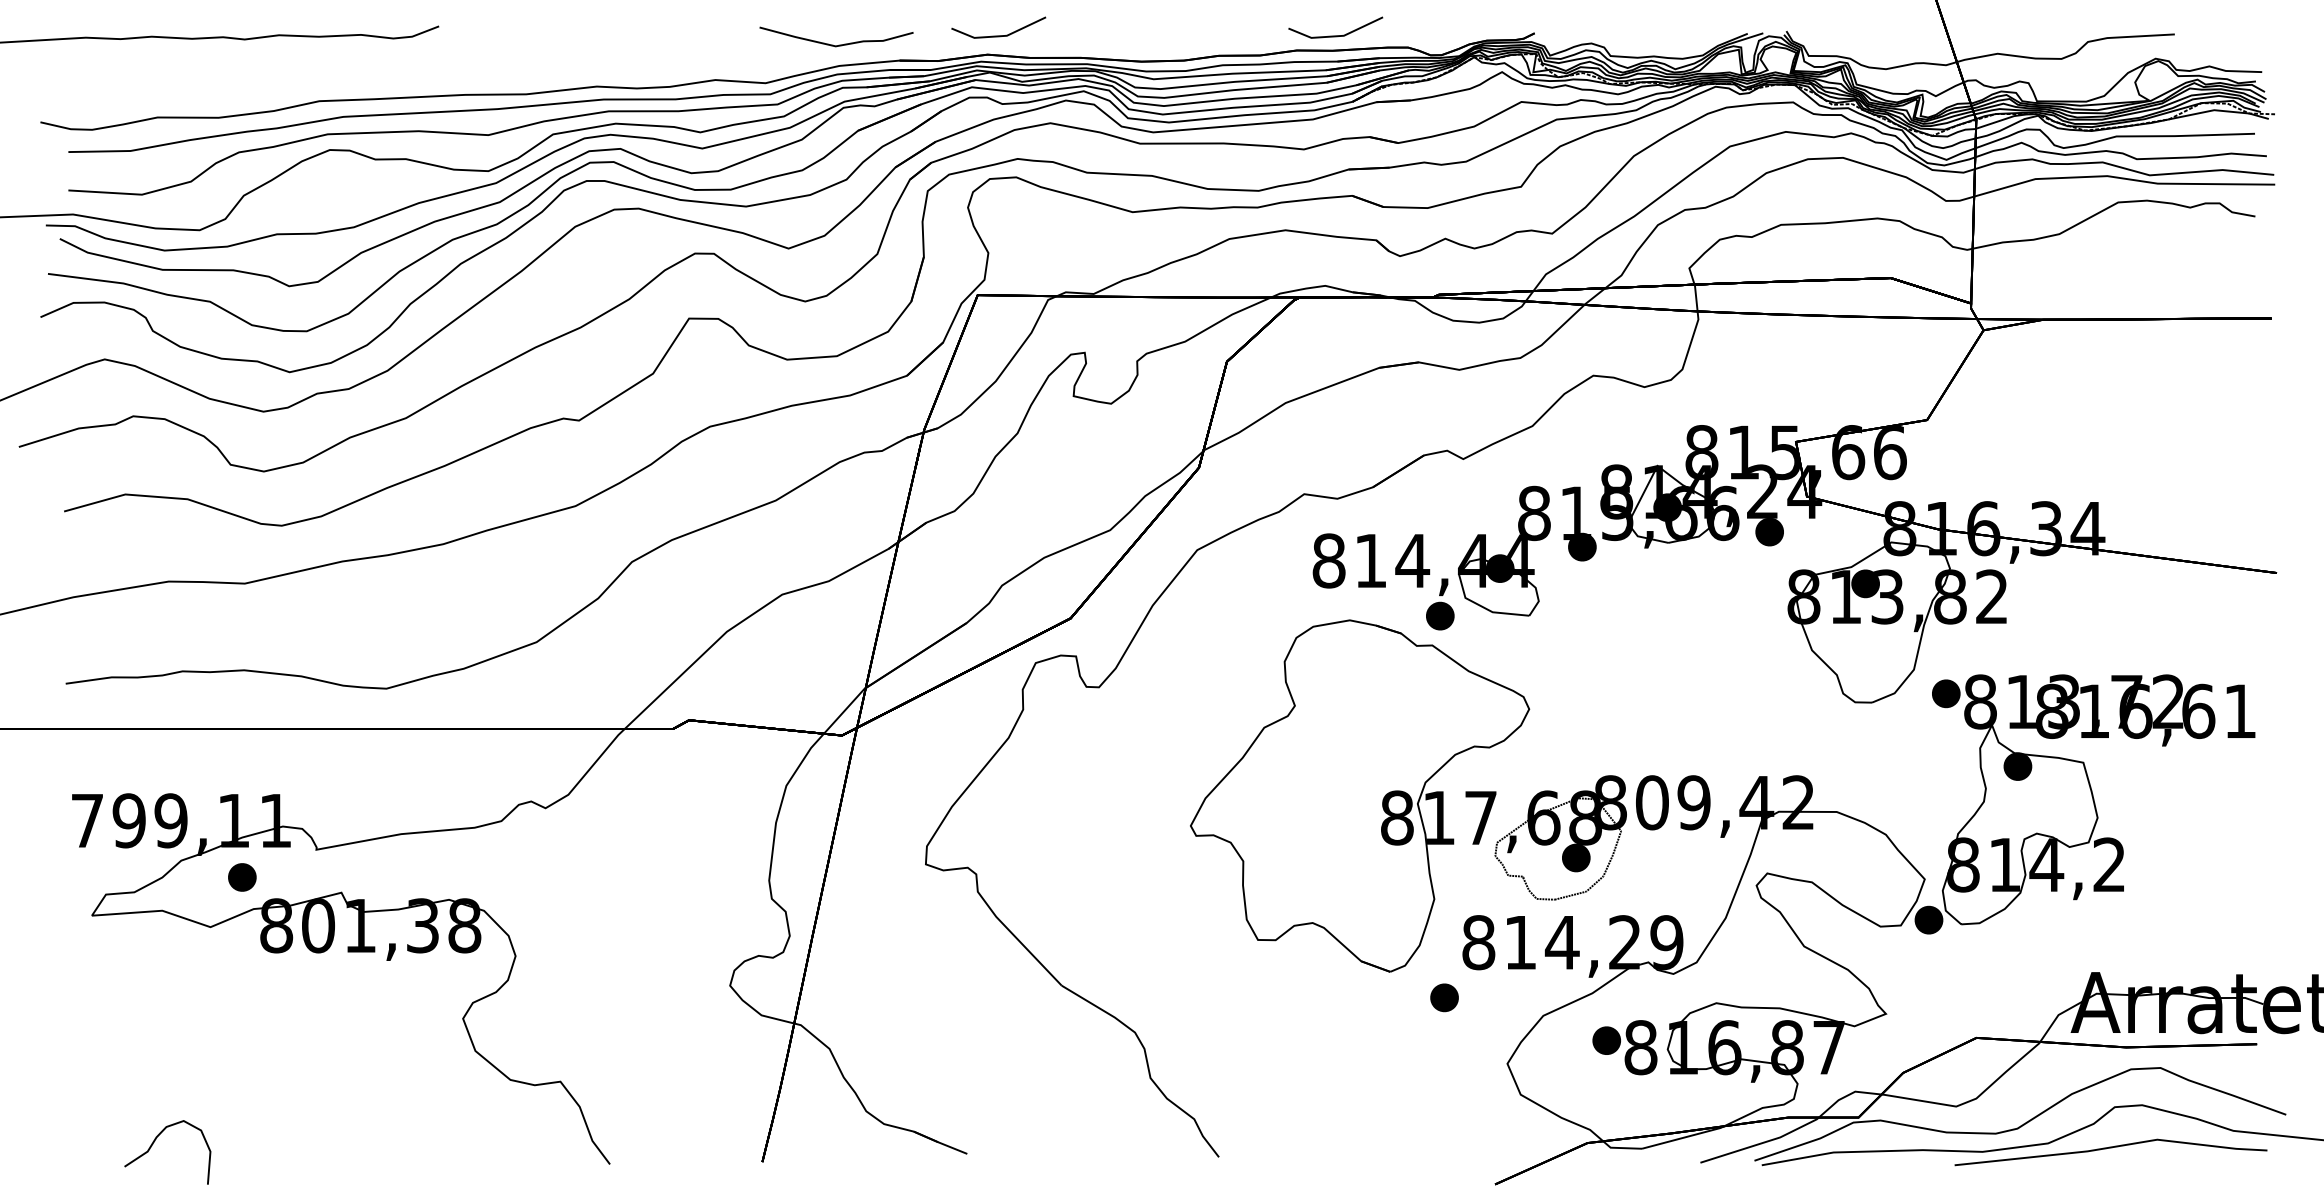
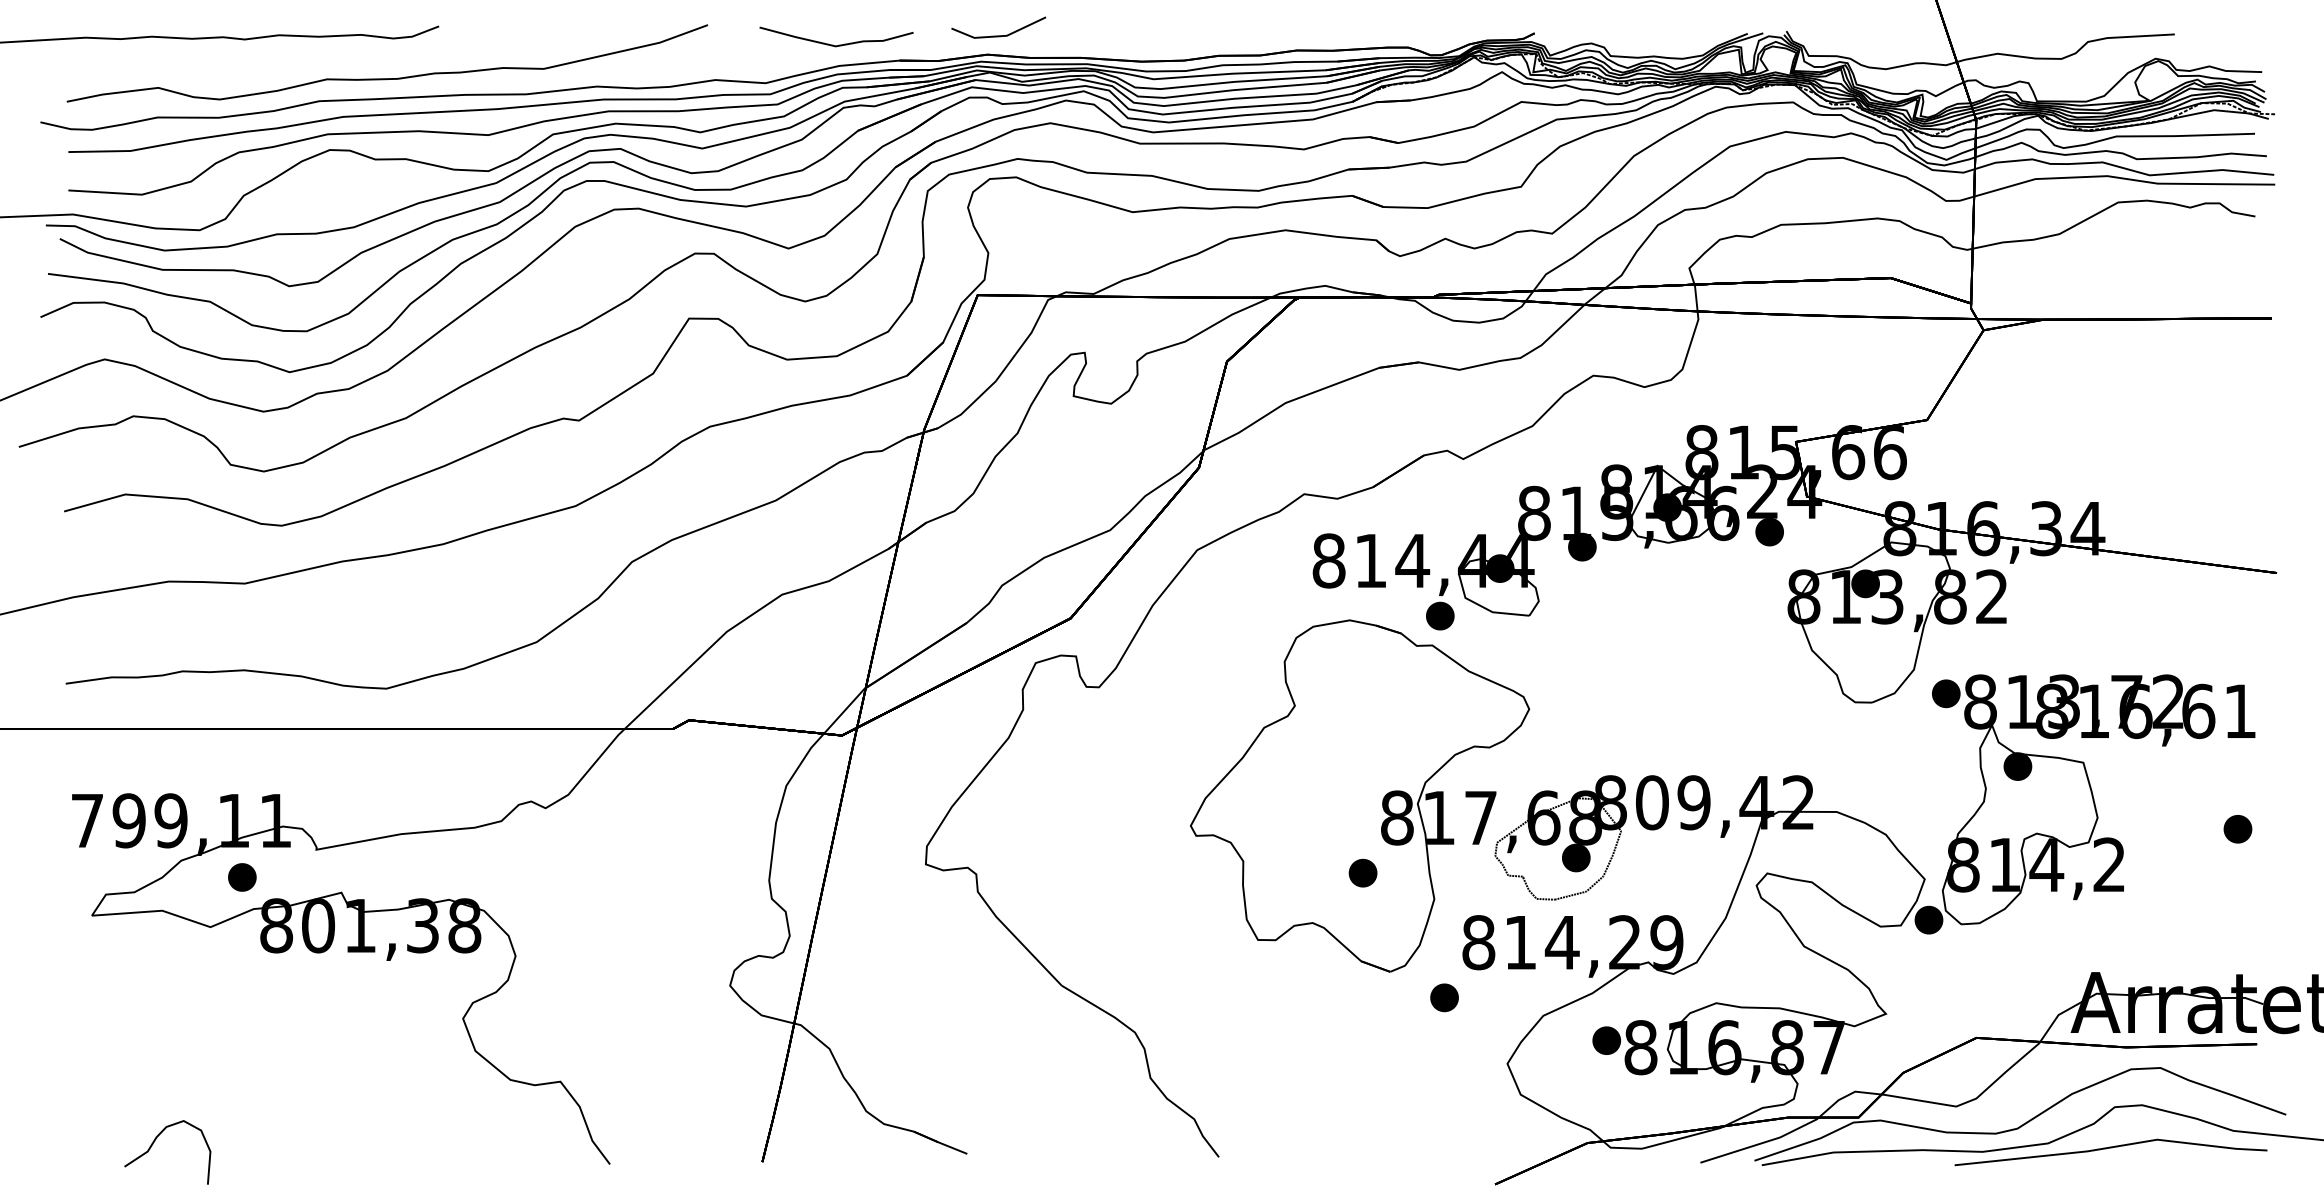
line at (1335, 35): present -> none
curve at (387, 78): none -> present
part at (2237, 829): none -> present
part at (1362, 872): none -> present
